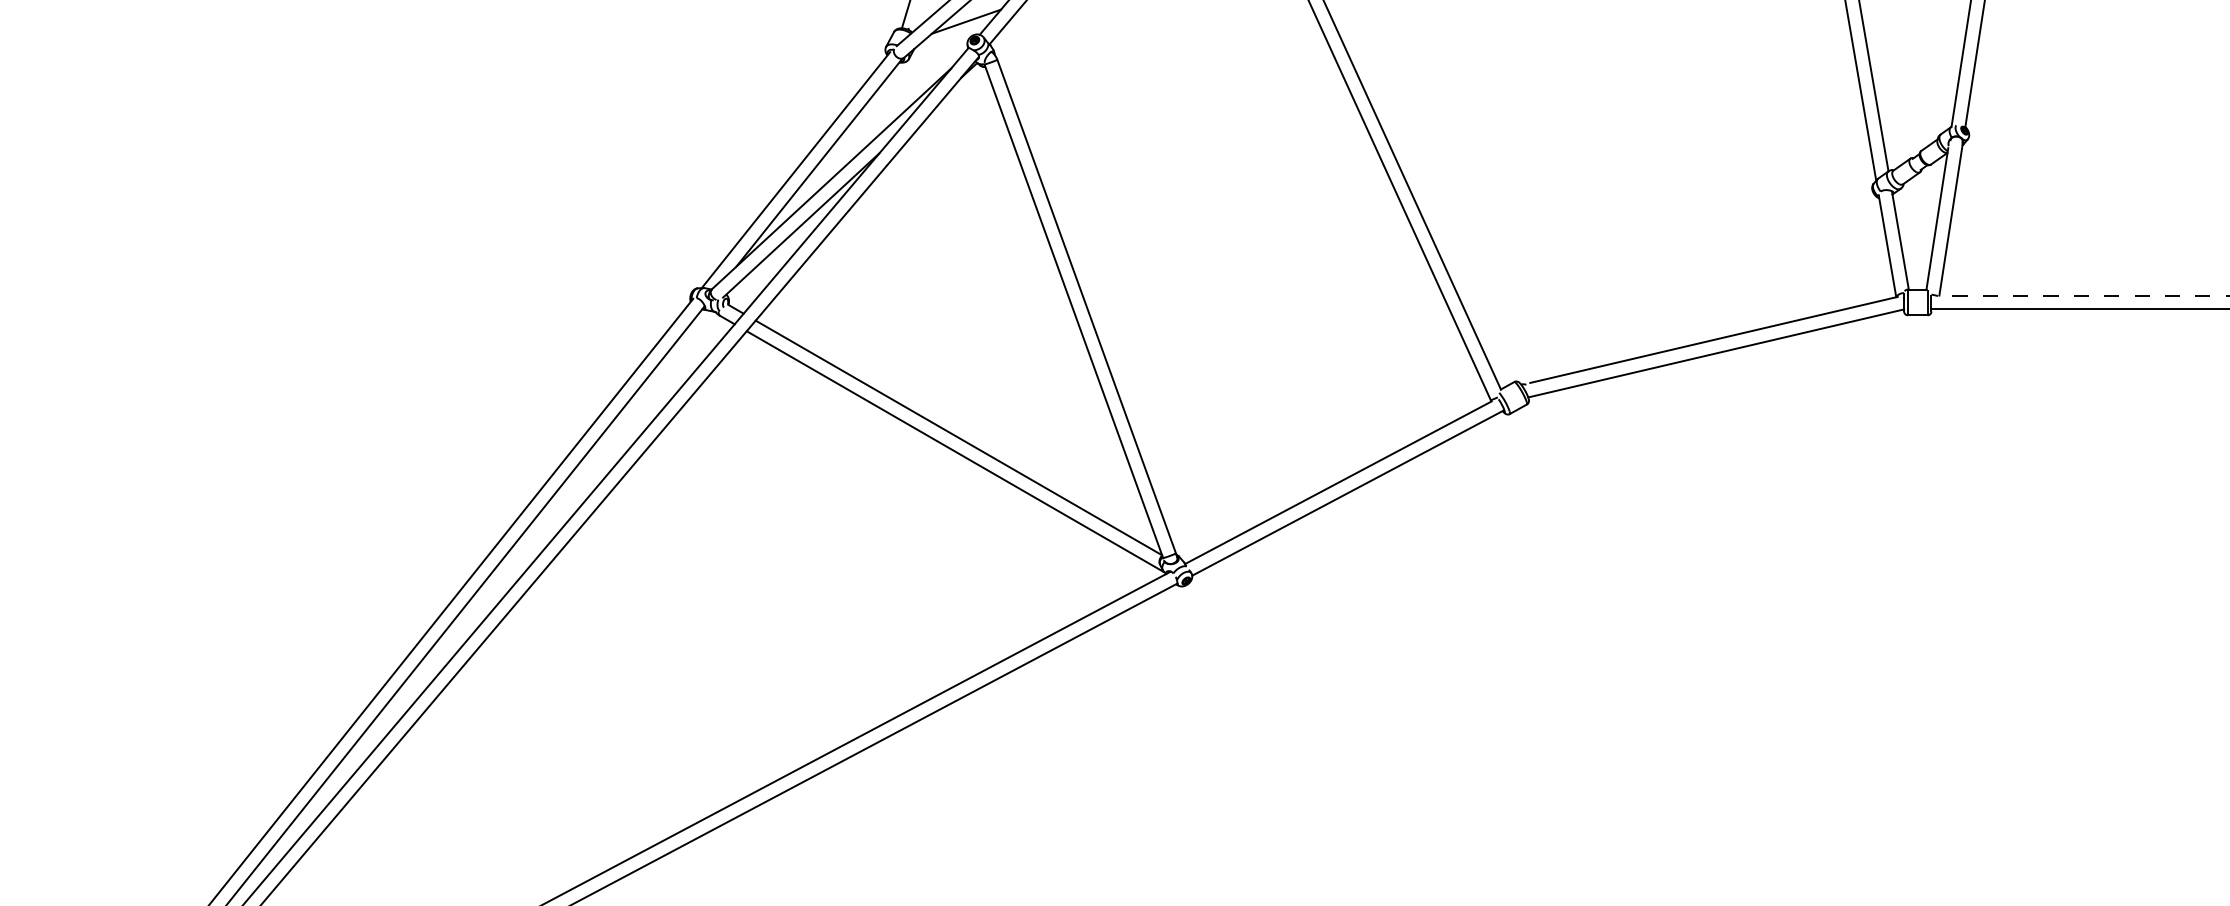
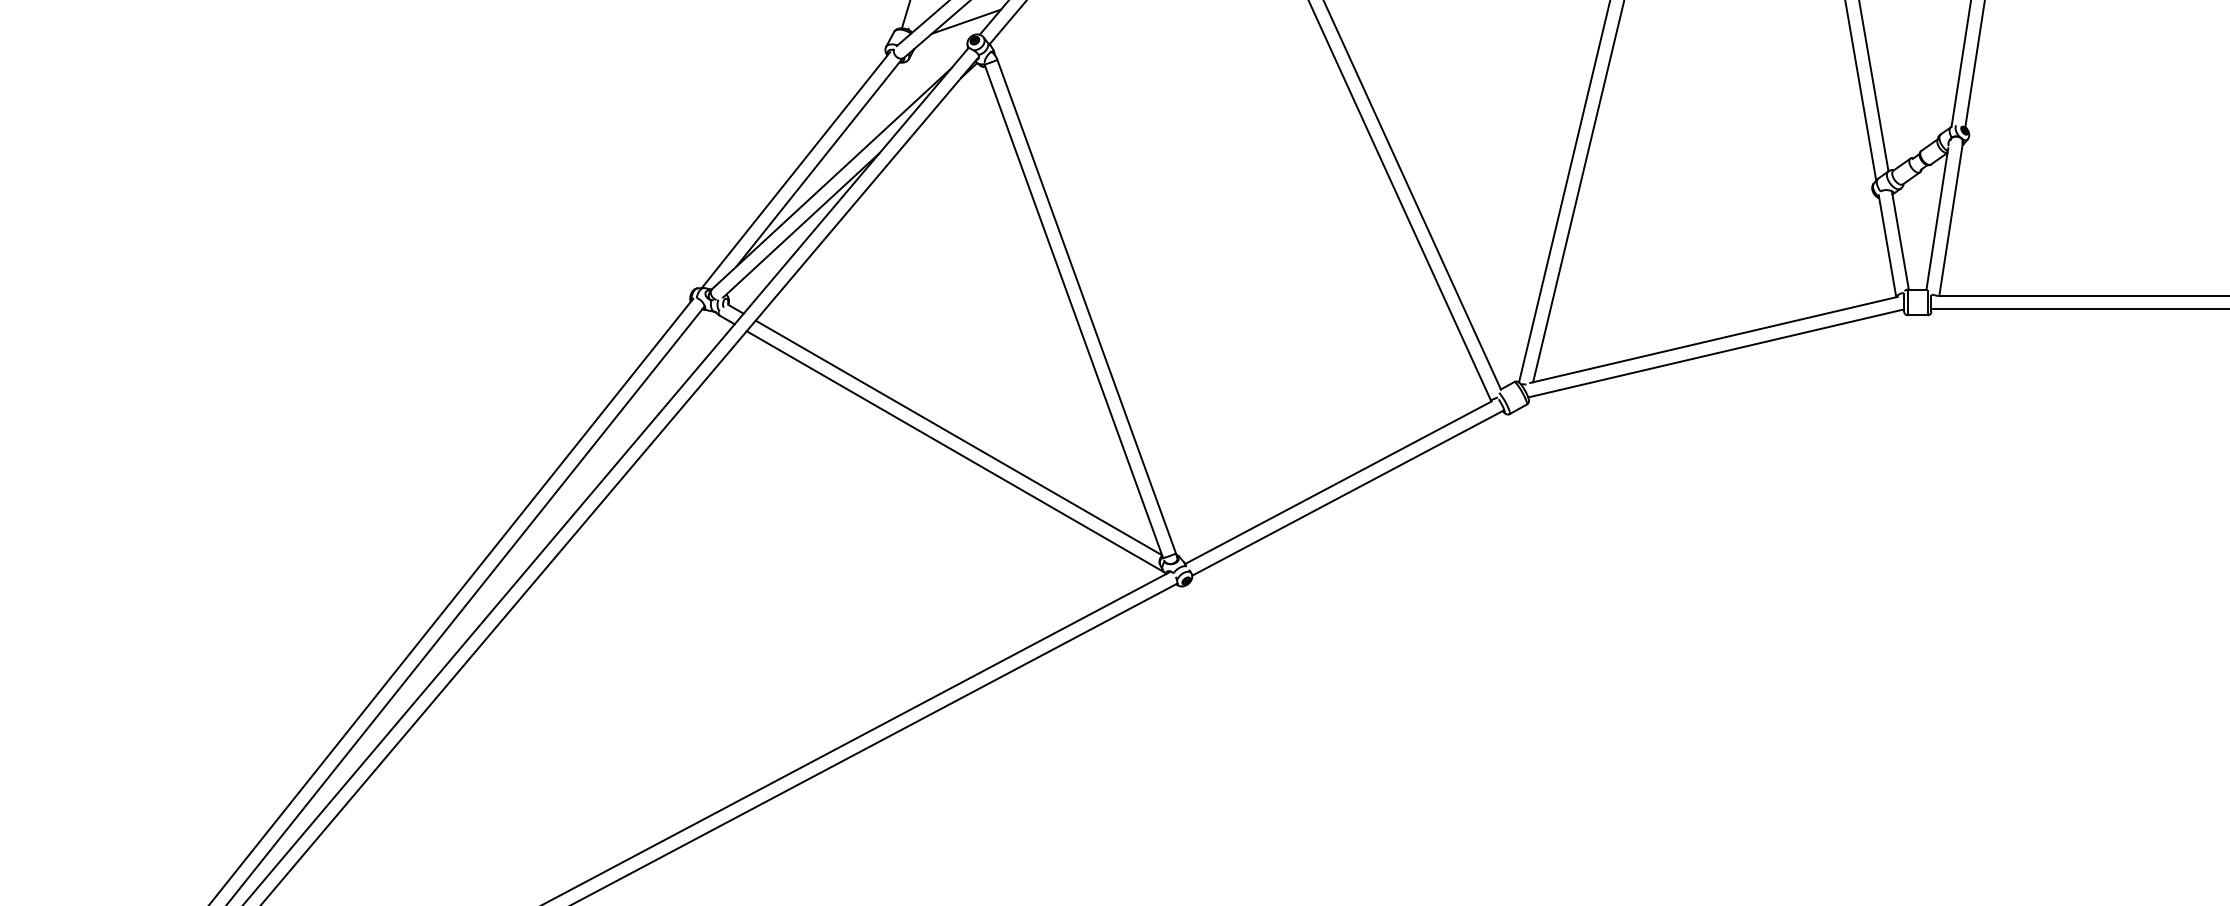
line at (1564, 192): none -> present
line at (1578, 192): none -> present
line at (2084, 295): dashed -> solid
